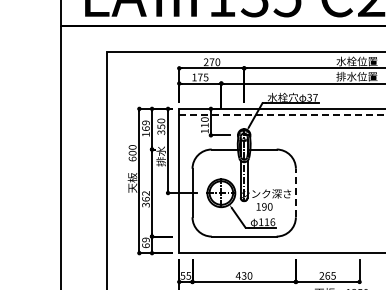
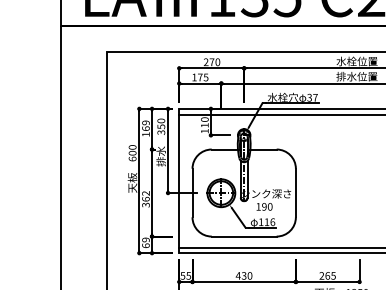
line at (282, 114): dashed -> solid
line at (295, 192): dashed -> solid
line at (280, 248): none -> present
